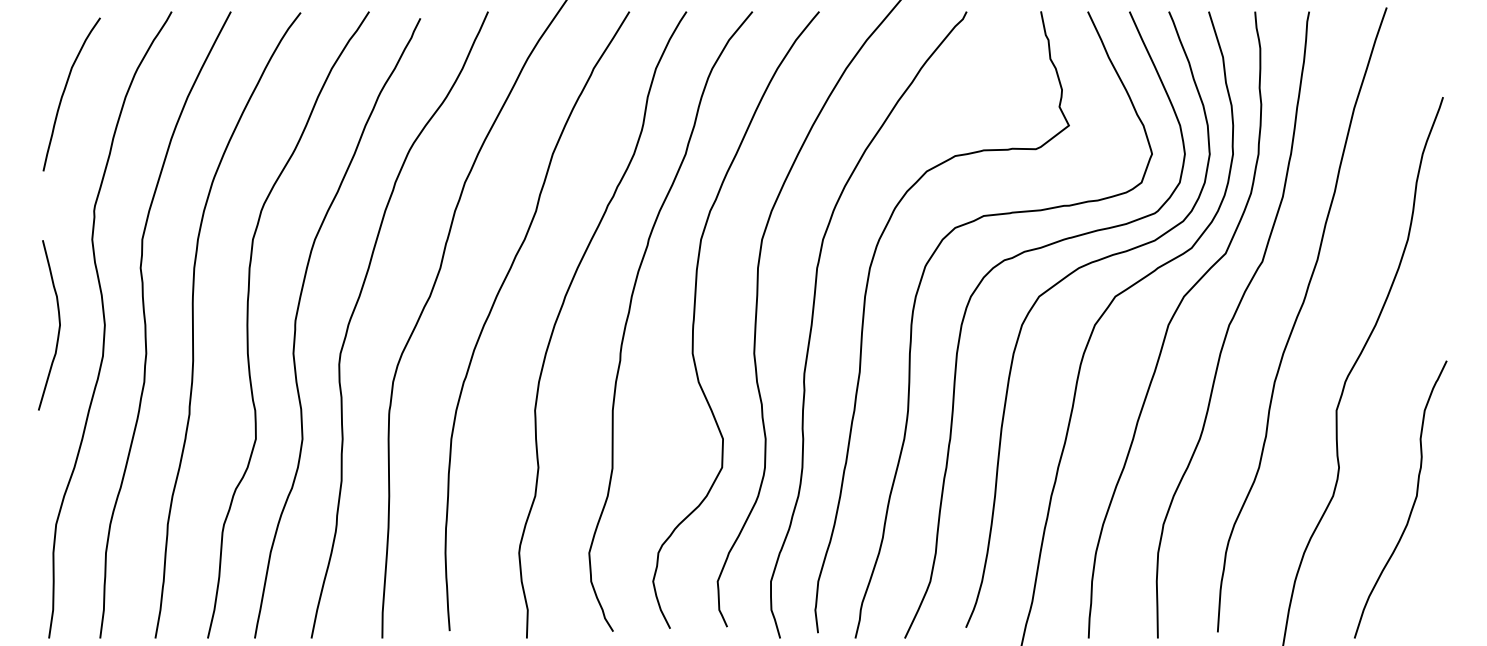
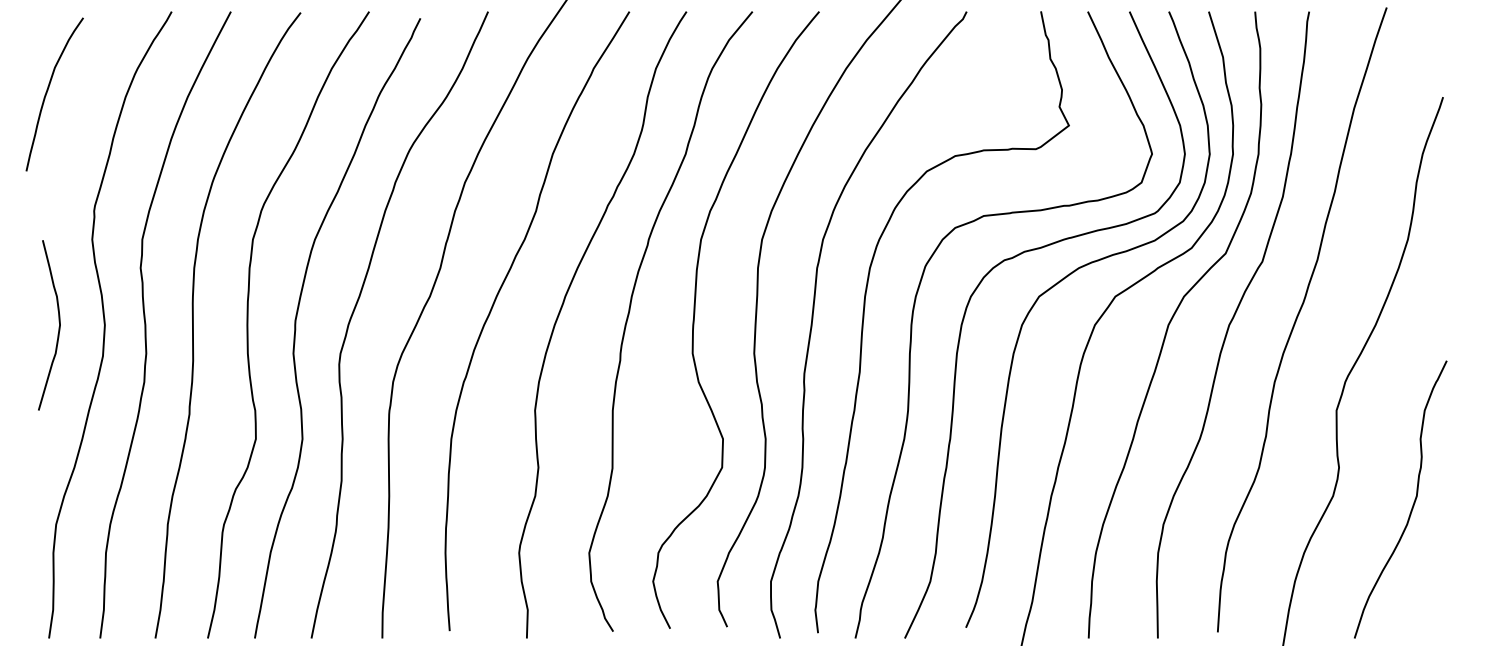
curve at (64, 93) position: (64, 93) -> (47, 93)
